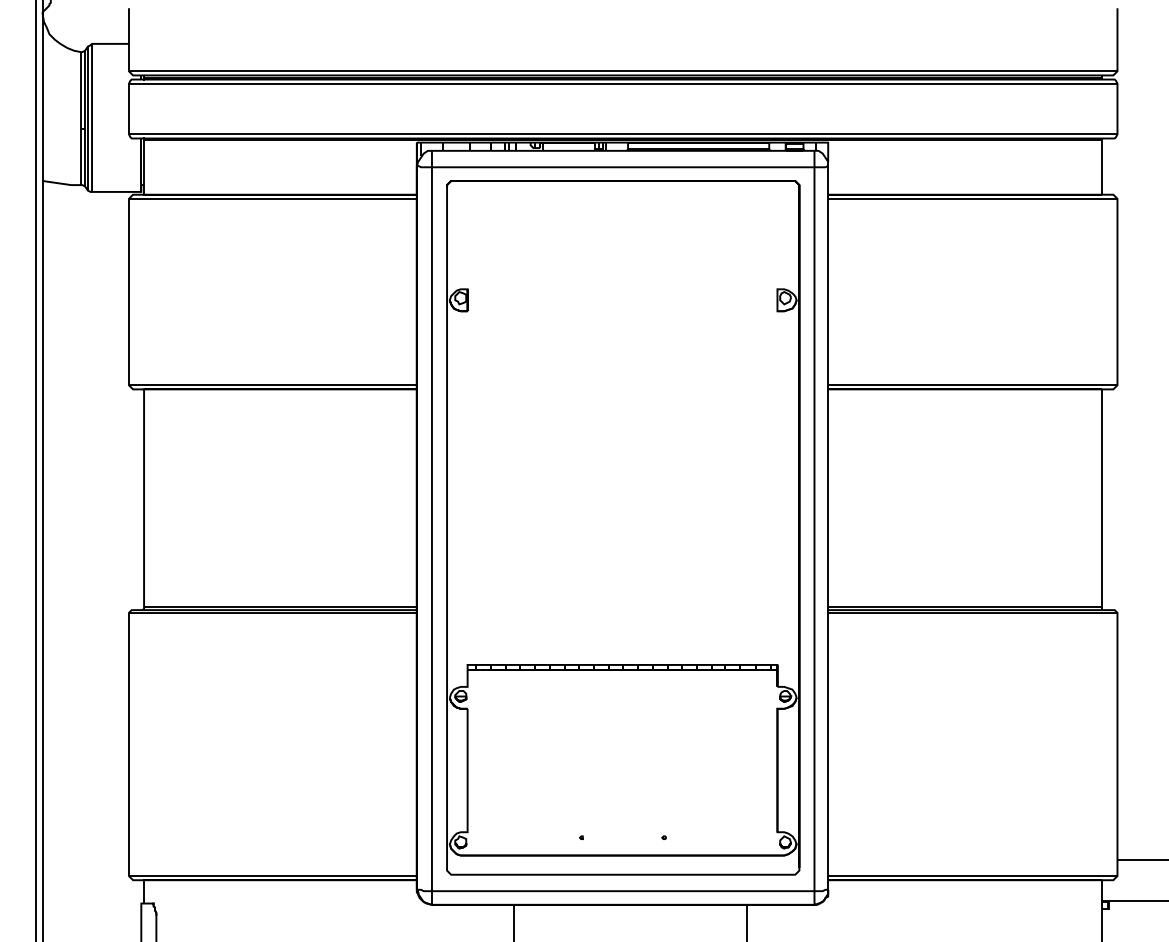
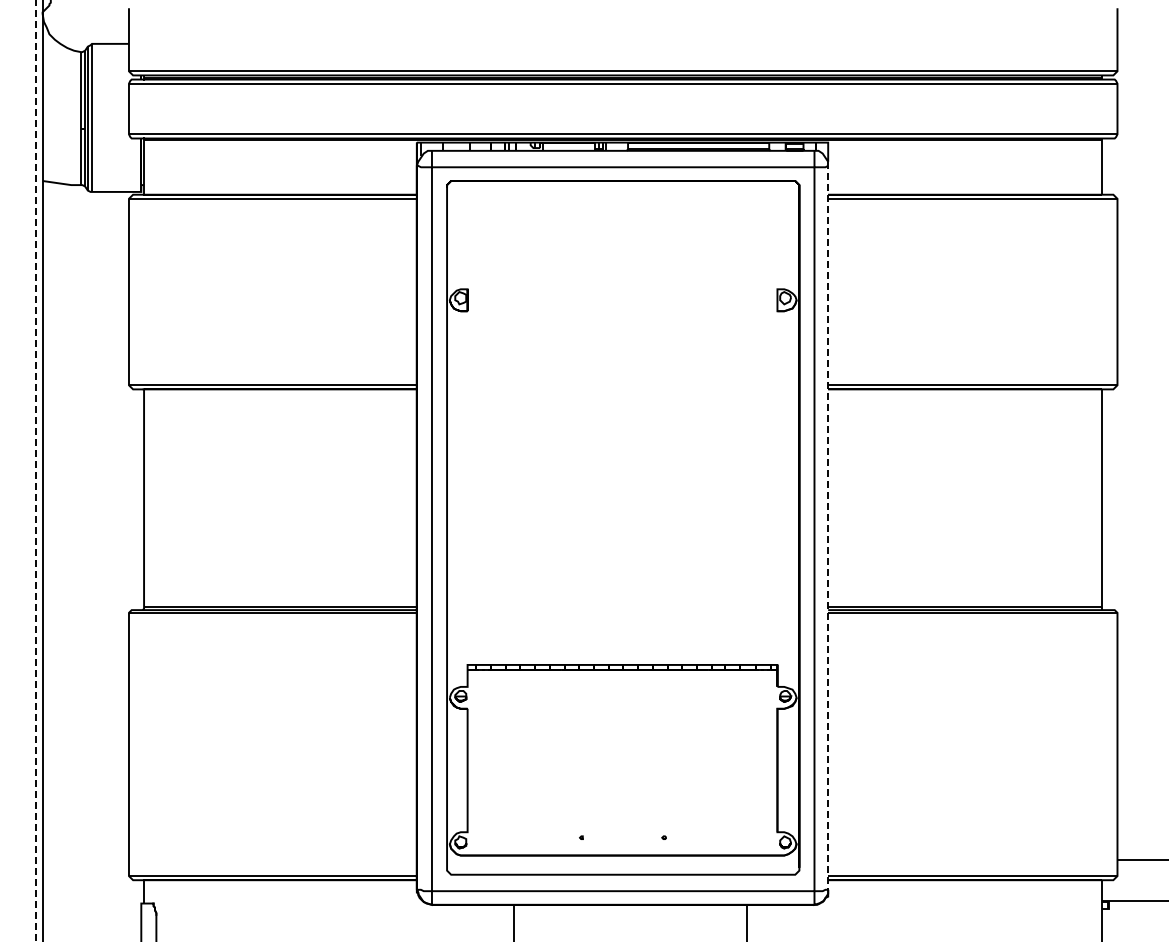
line at (35, 470): solid -> dashed
line at (828, 524): solid -> dashed
